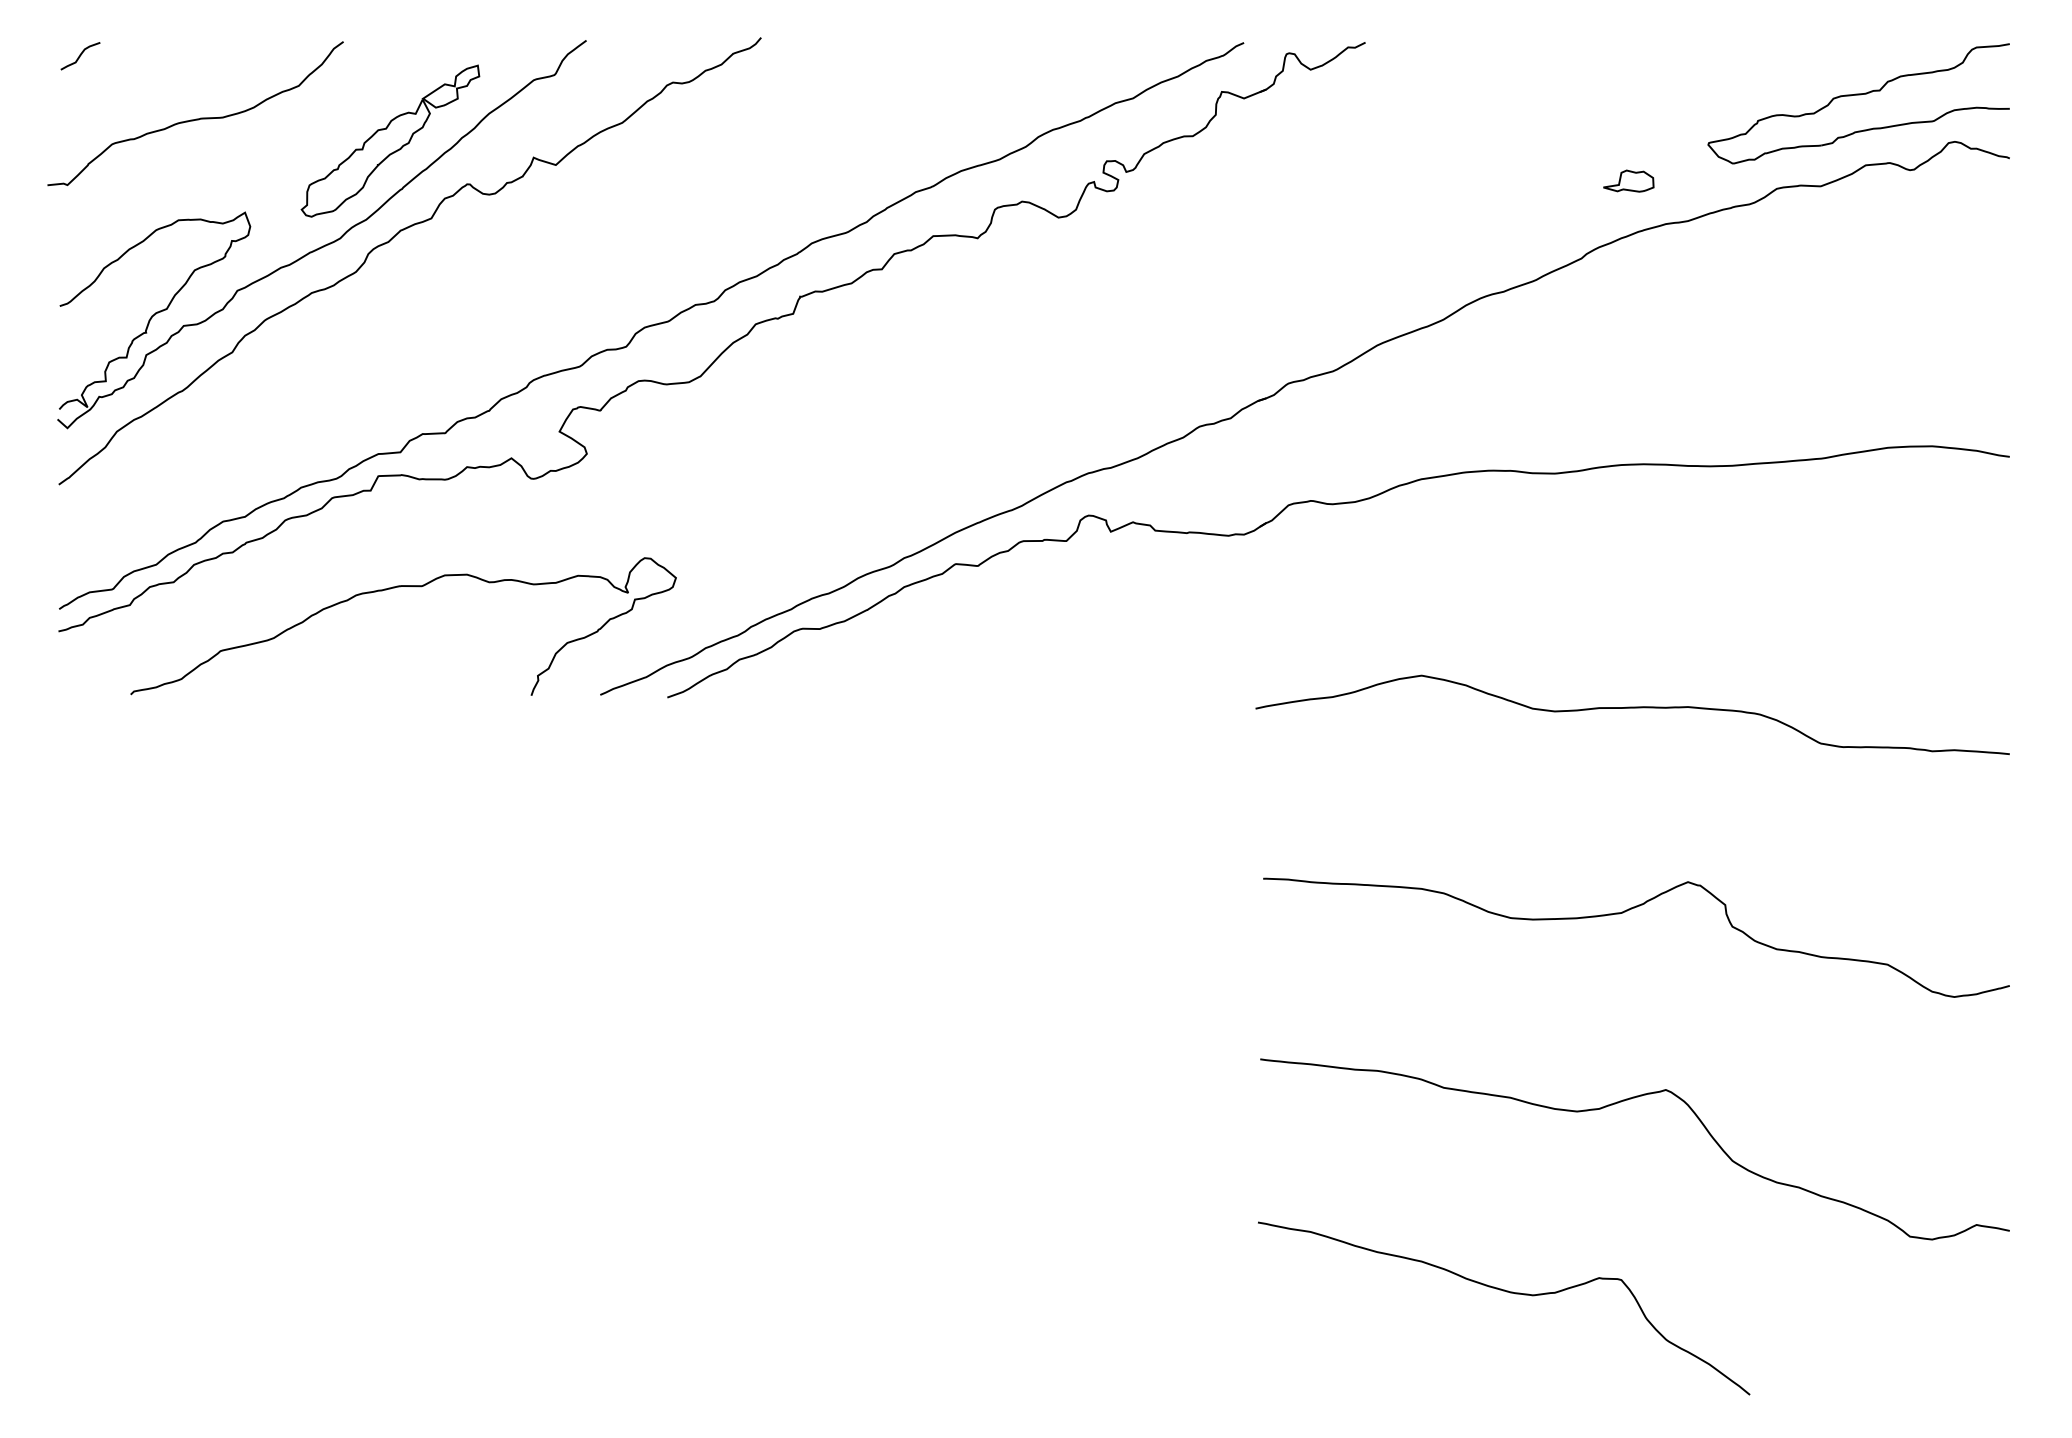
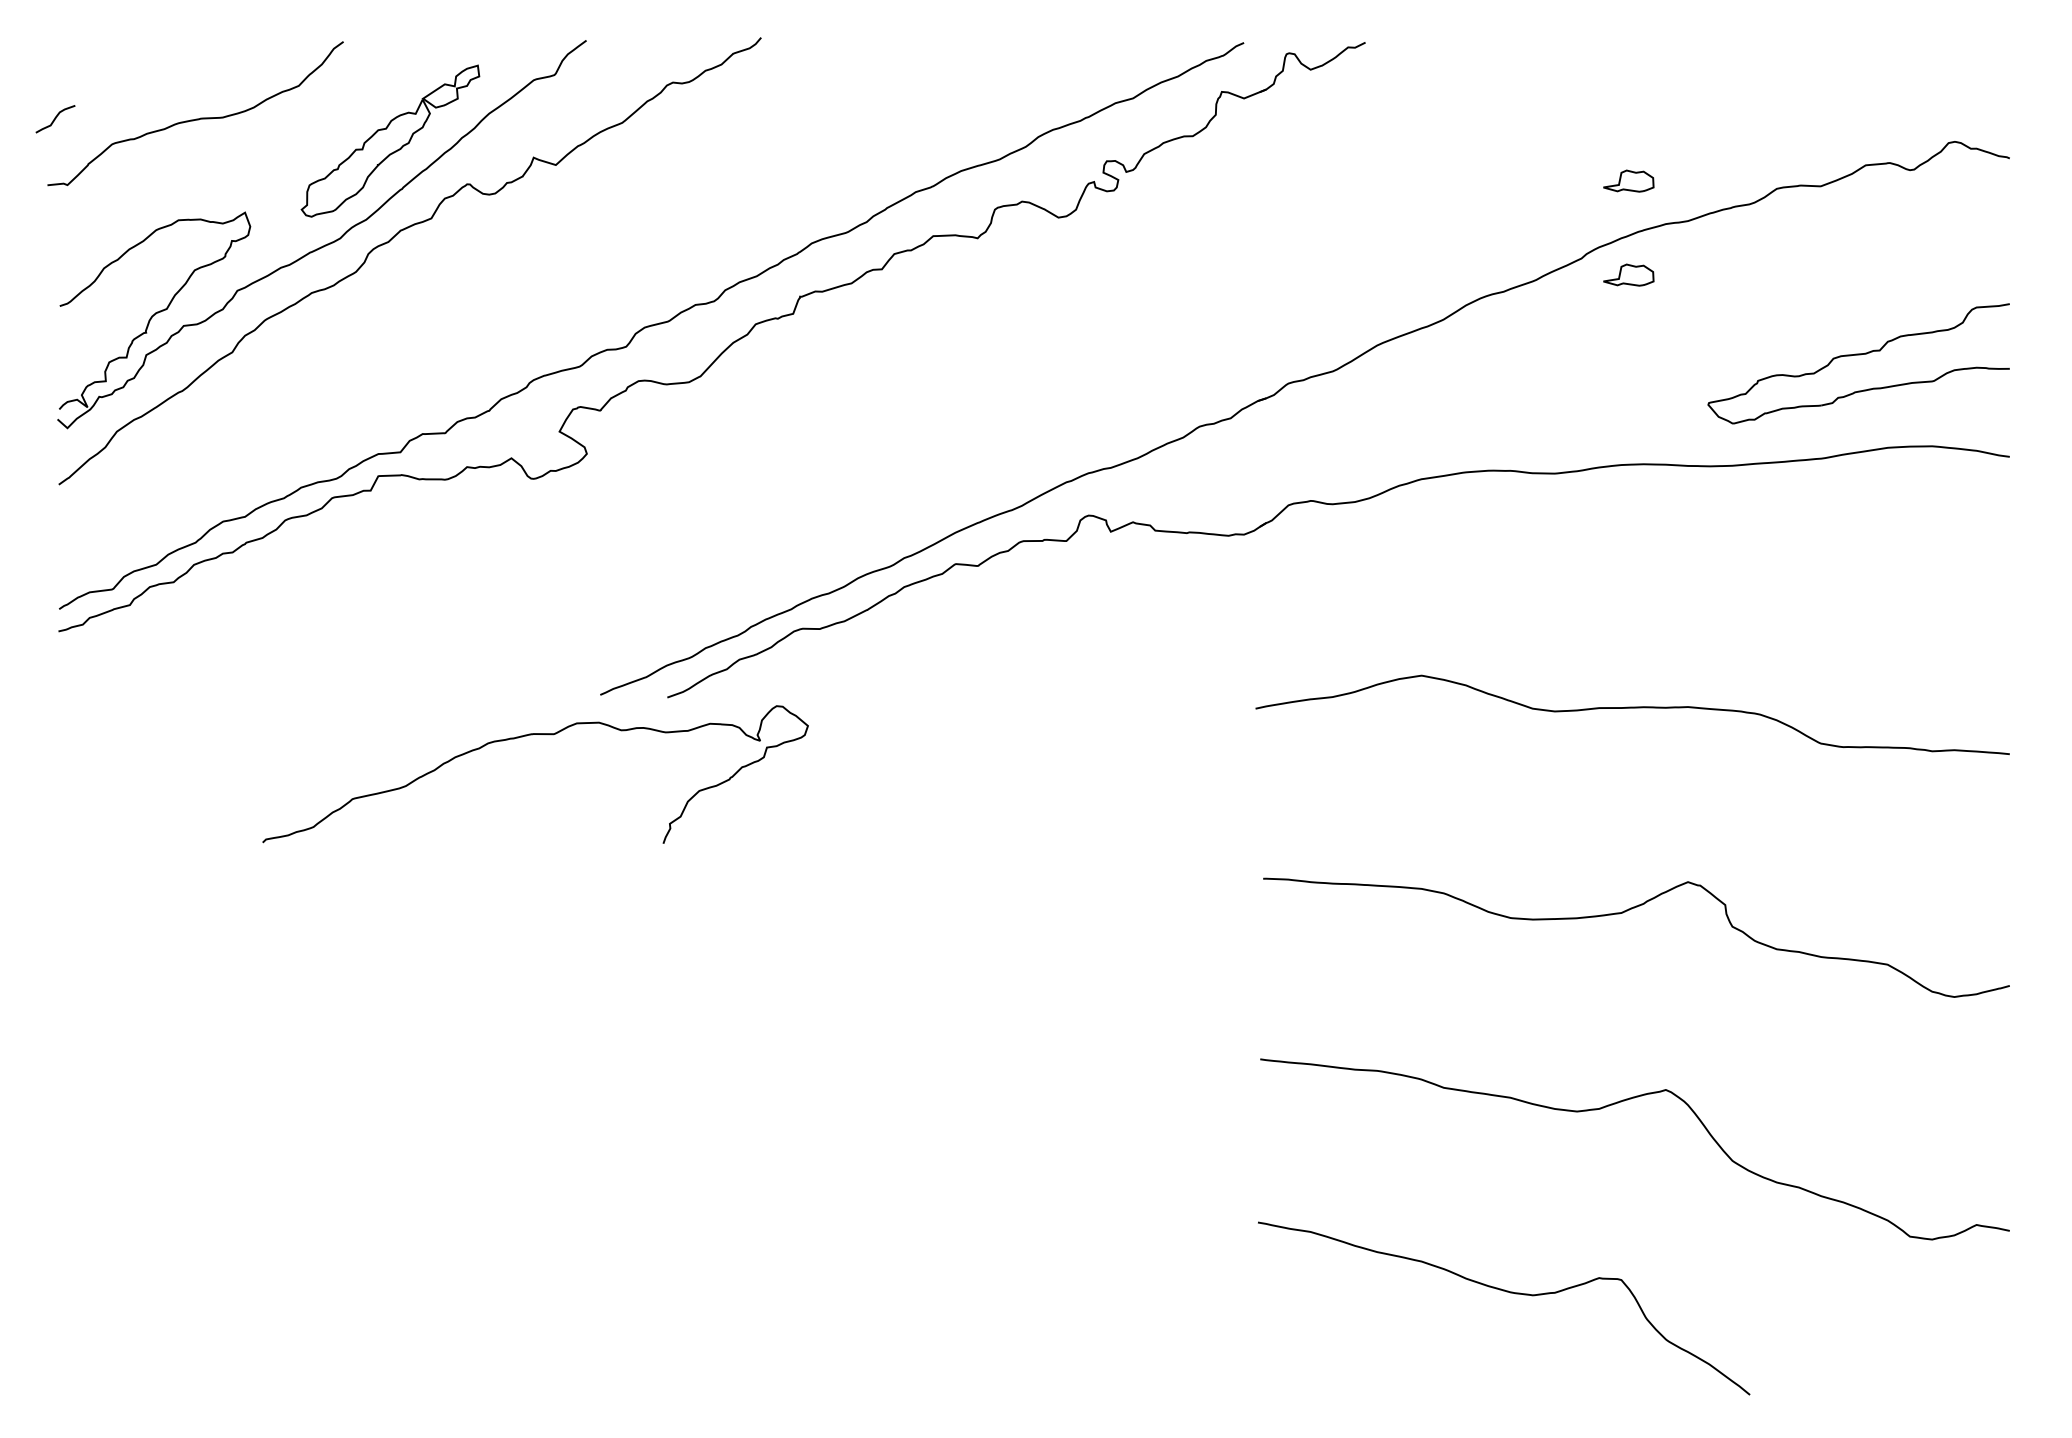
curve at (80, 56) position: (80, 56) -> (55, 119)
part at (1858, 95) position: (1858, 95) -> (1858, 355)
part at (1628, 274): none -> present
curve at (394, 588) position: (394, 588) -> (526, 736)
